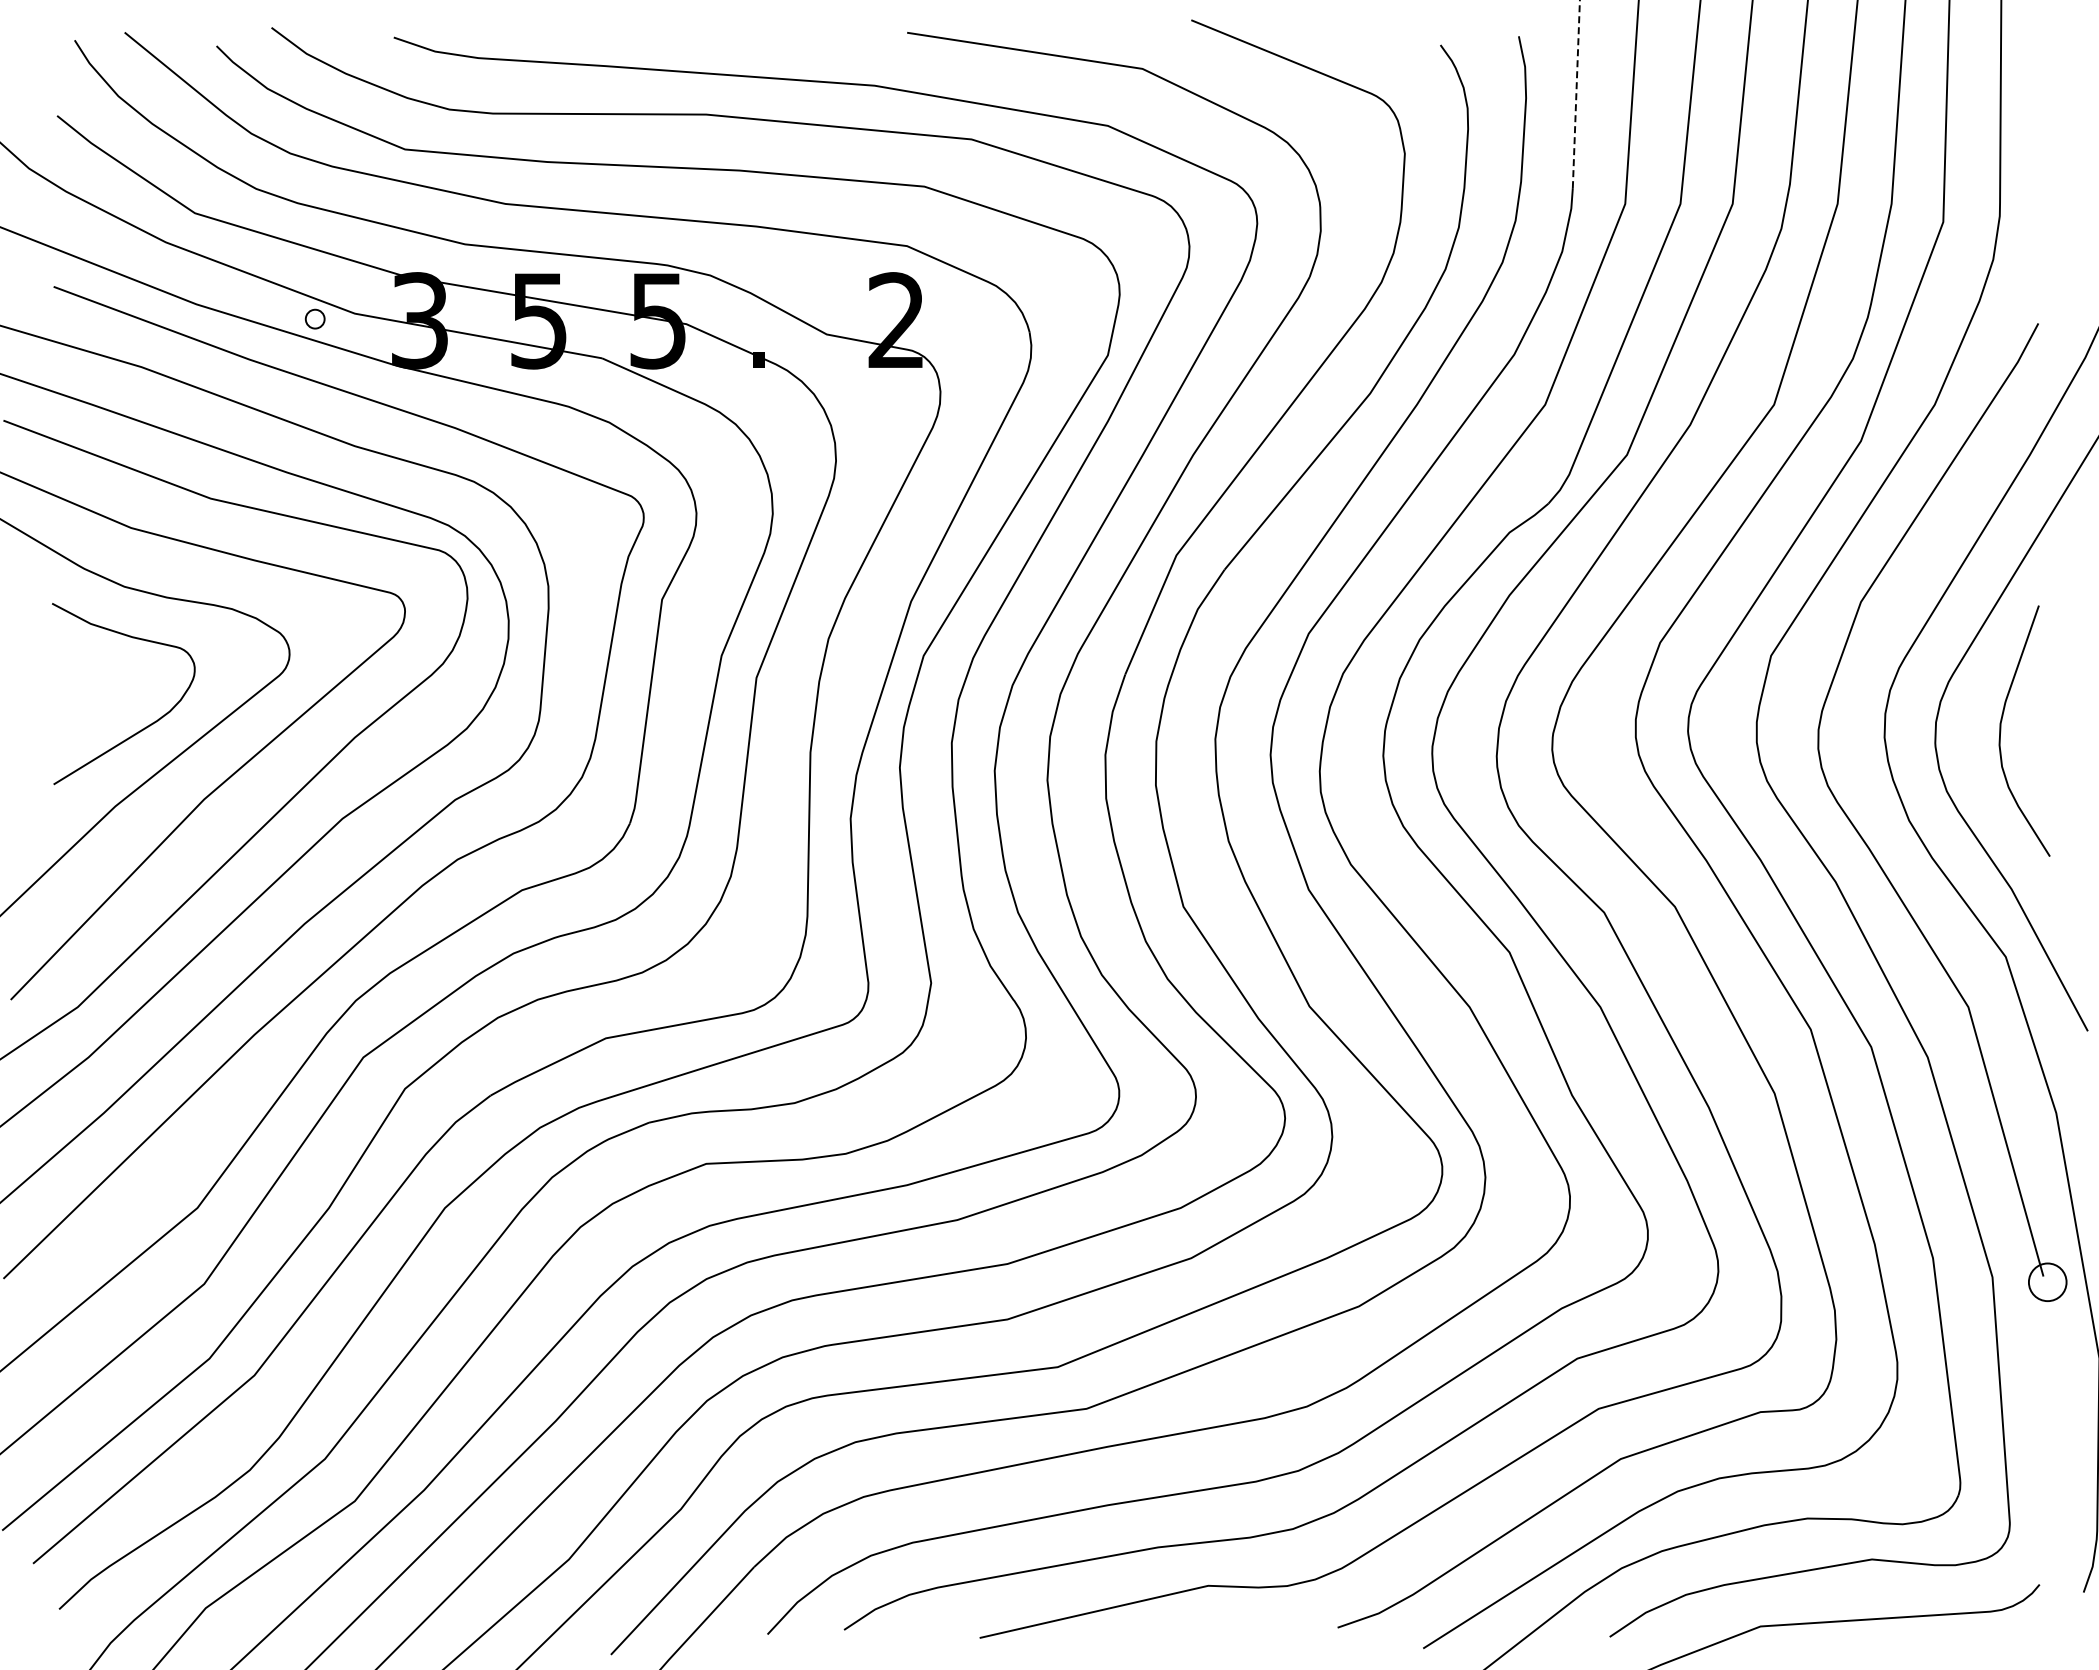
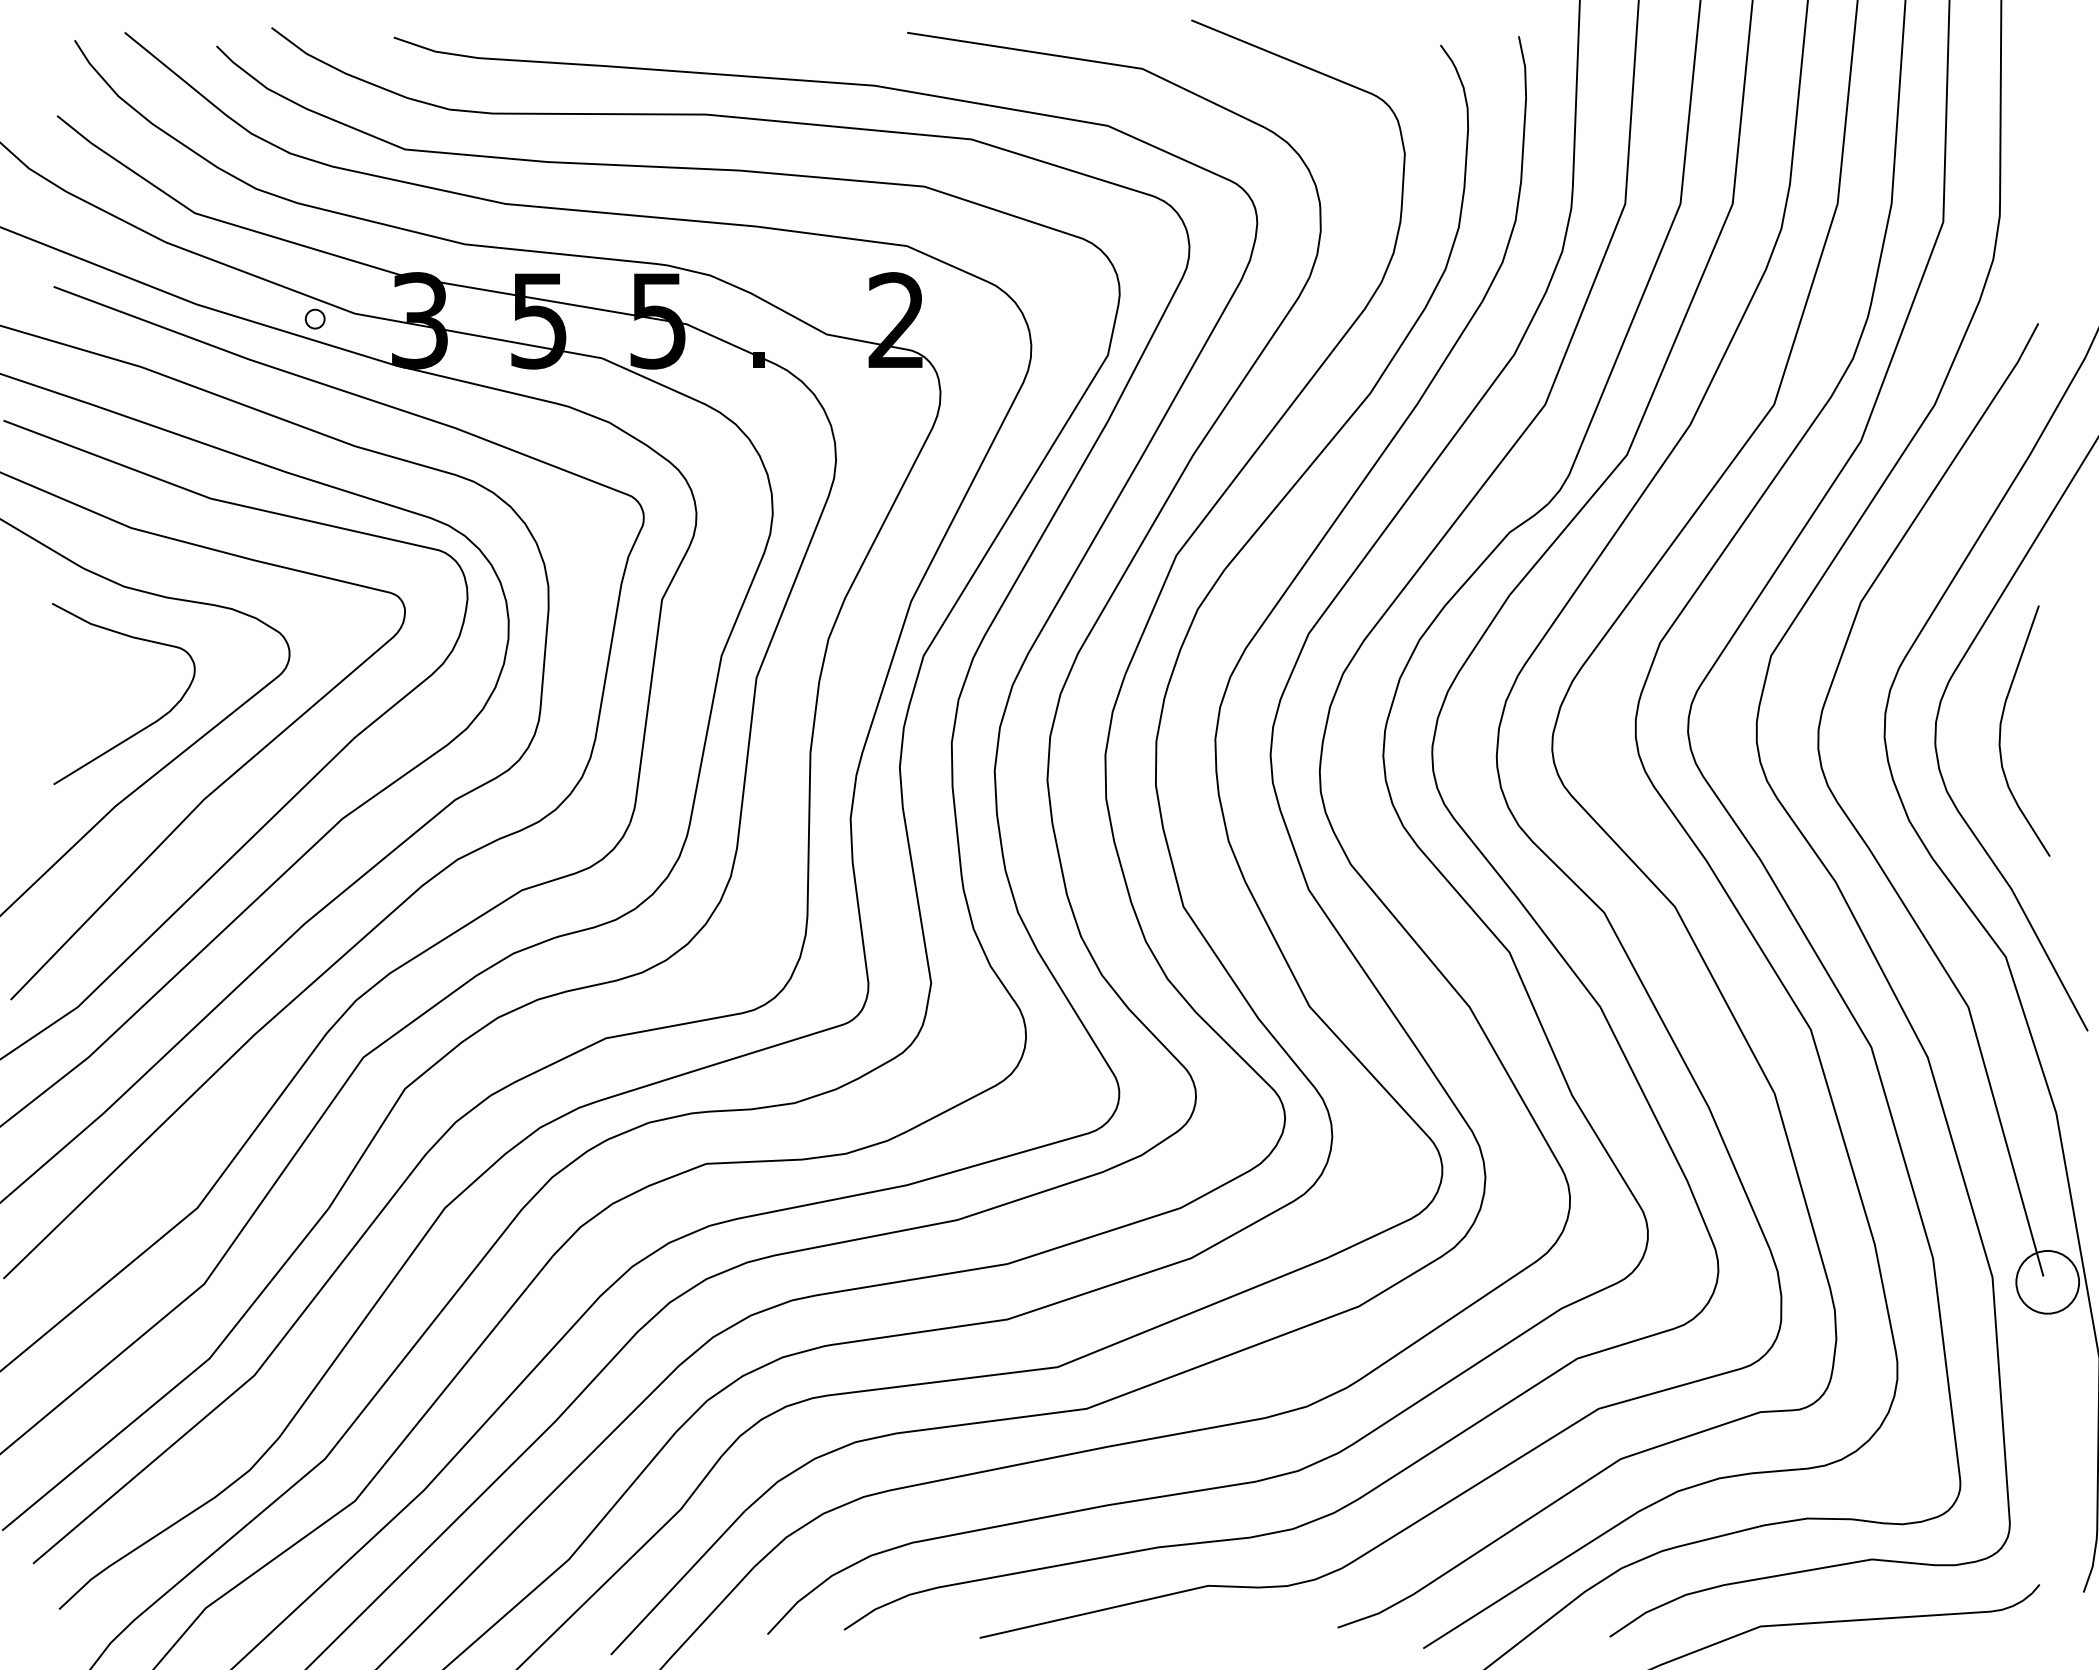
line at (1576, 94): dashed -> solid
circle at (2047, 1282) diameter: 38 px -> 63 px
